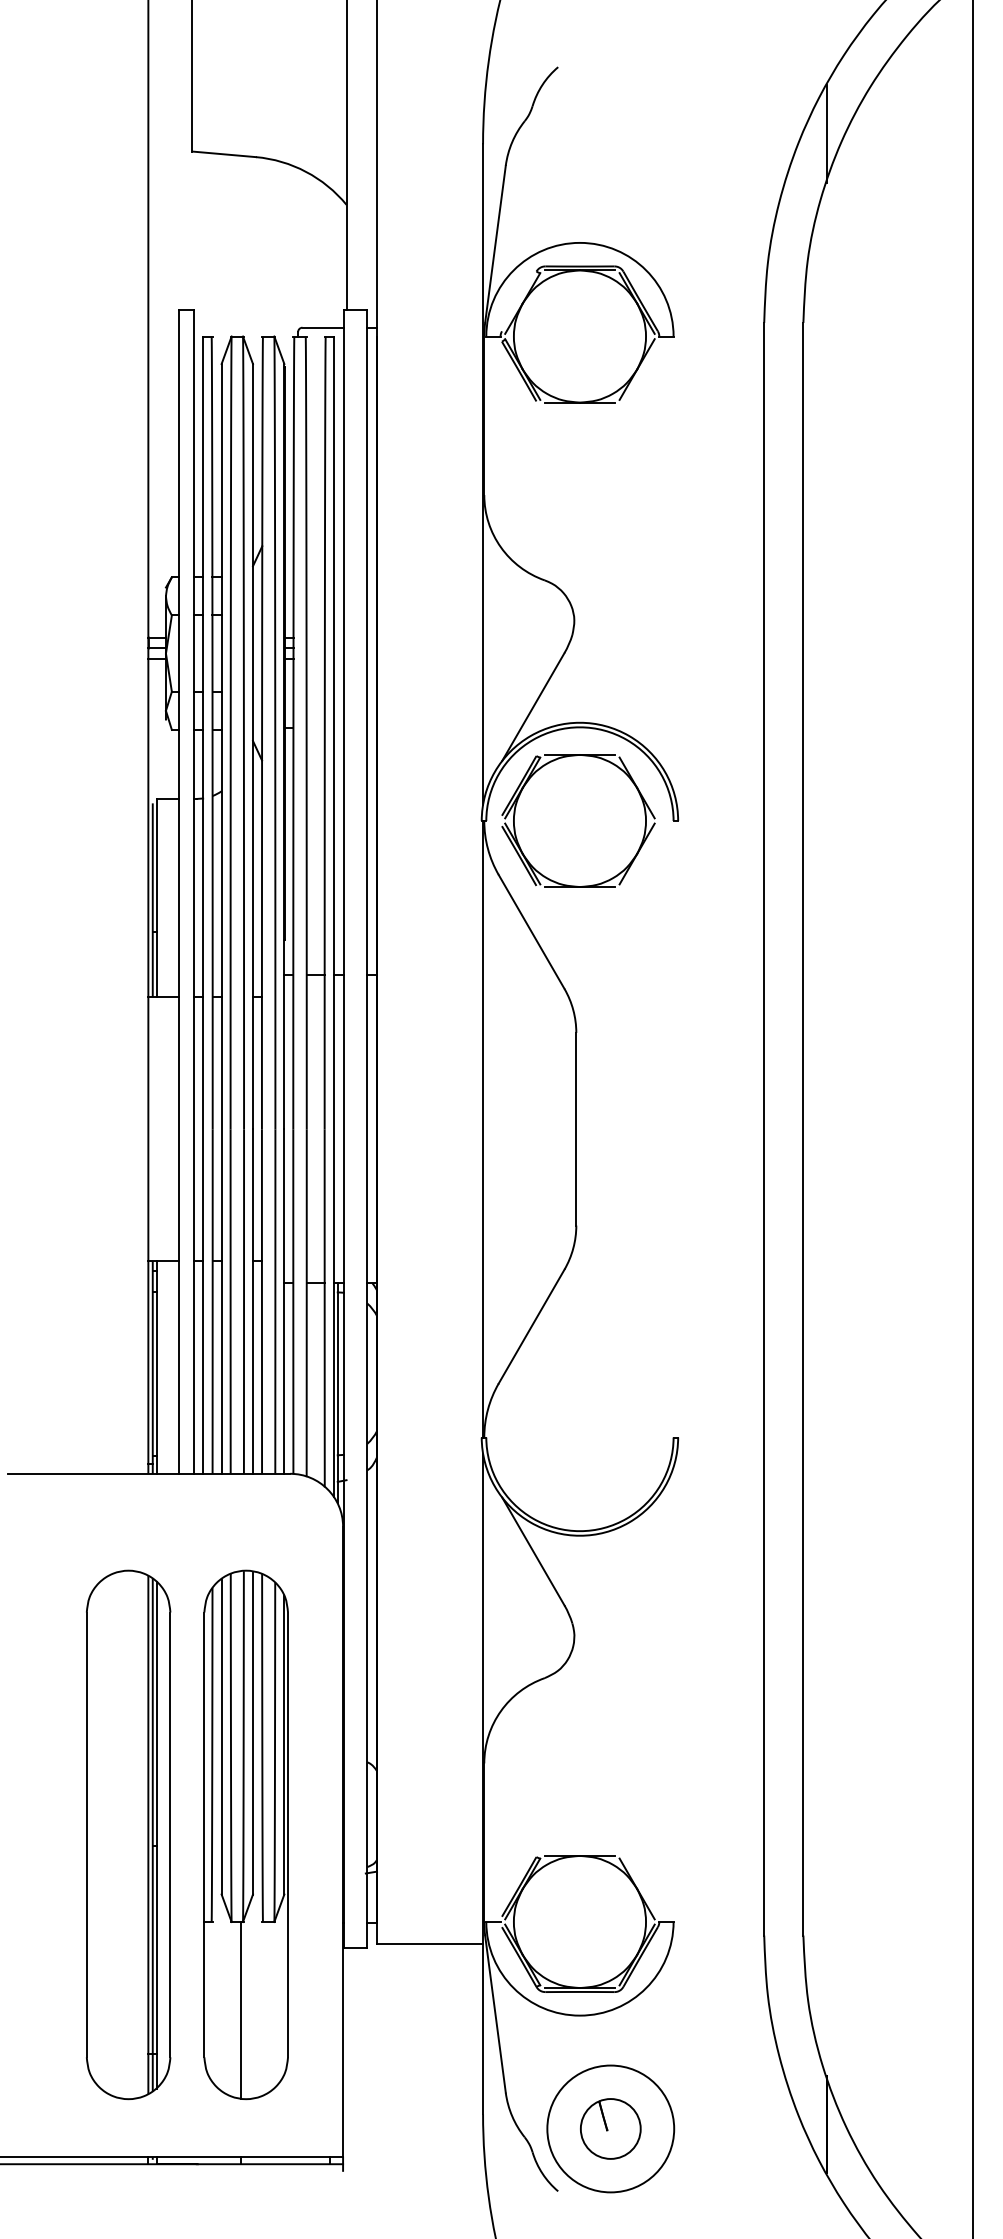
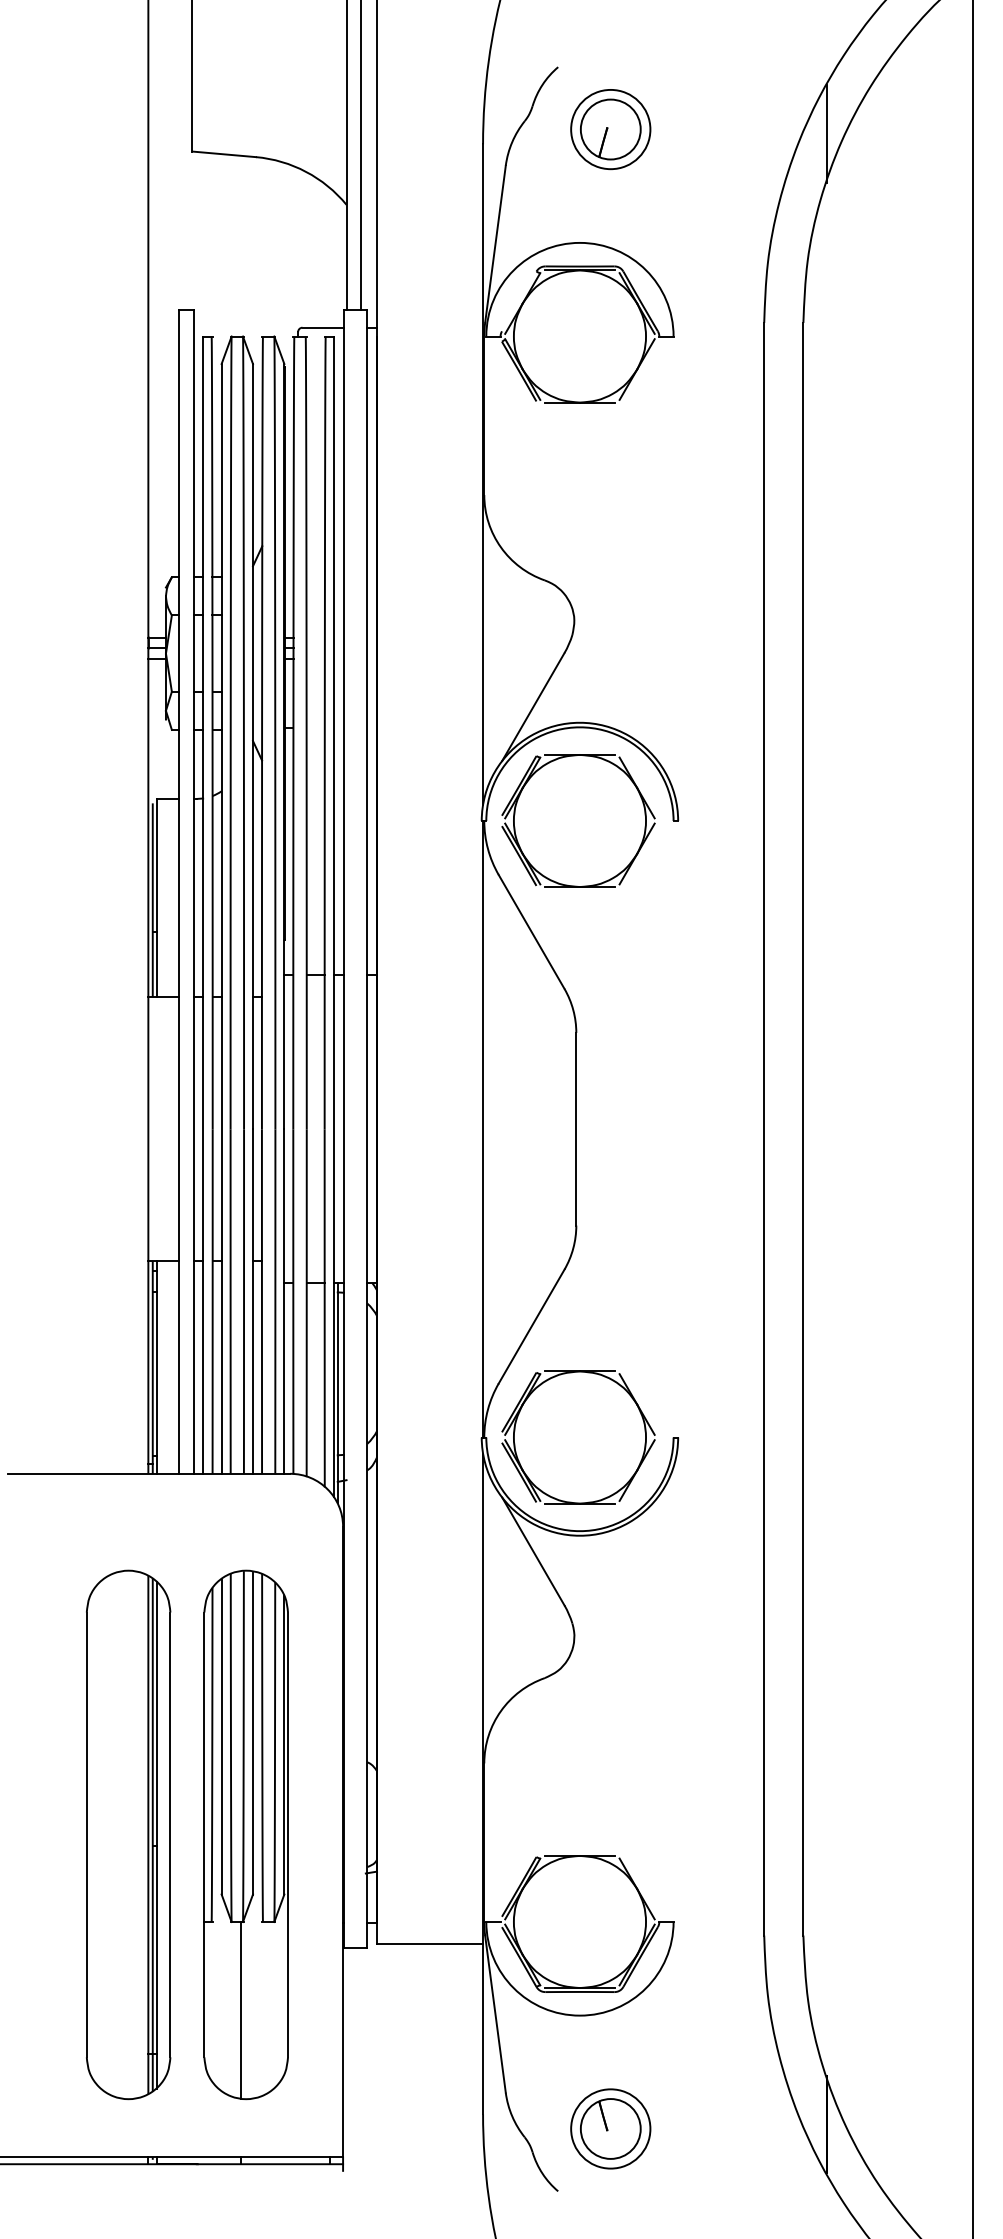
part at (610, 129): none -> present
line at (361, 156): none -> present
part at (578, 1437): none -> present
circle at (610, 2128) diameter: 127 px -> 79 px
